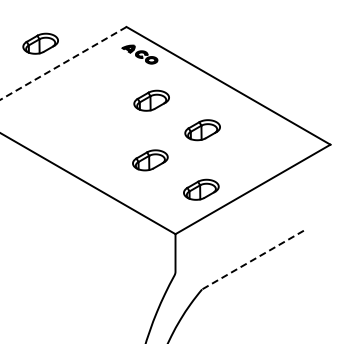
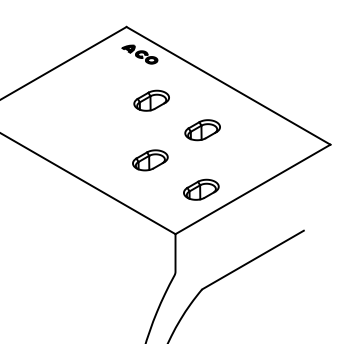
part at (40, 43): present -> none
line at (63, 63): dashed -> solid
line at (252, 260): dashed -> solid
